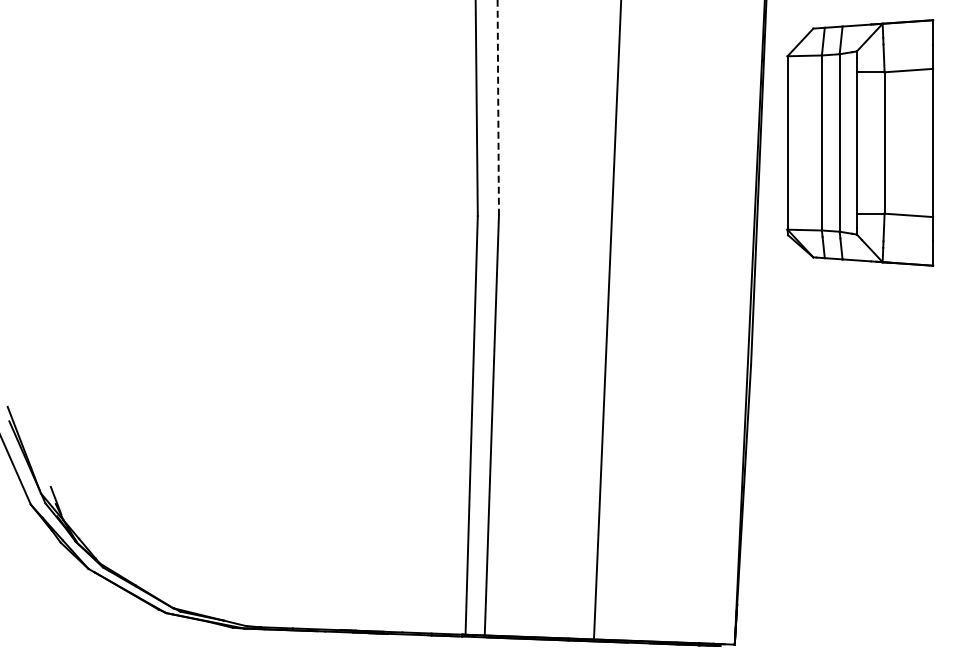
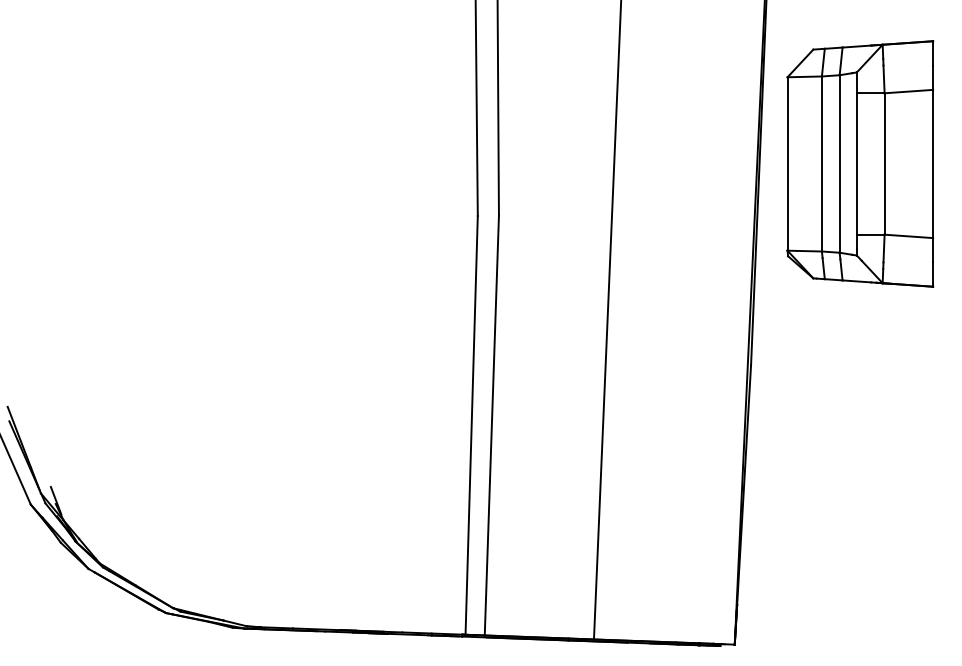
line at (498, 107): dashed -> solid
part at (860, 142) position: (860, 142) -> (860, 163)
